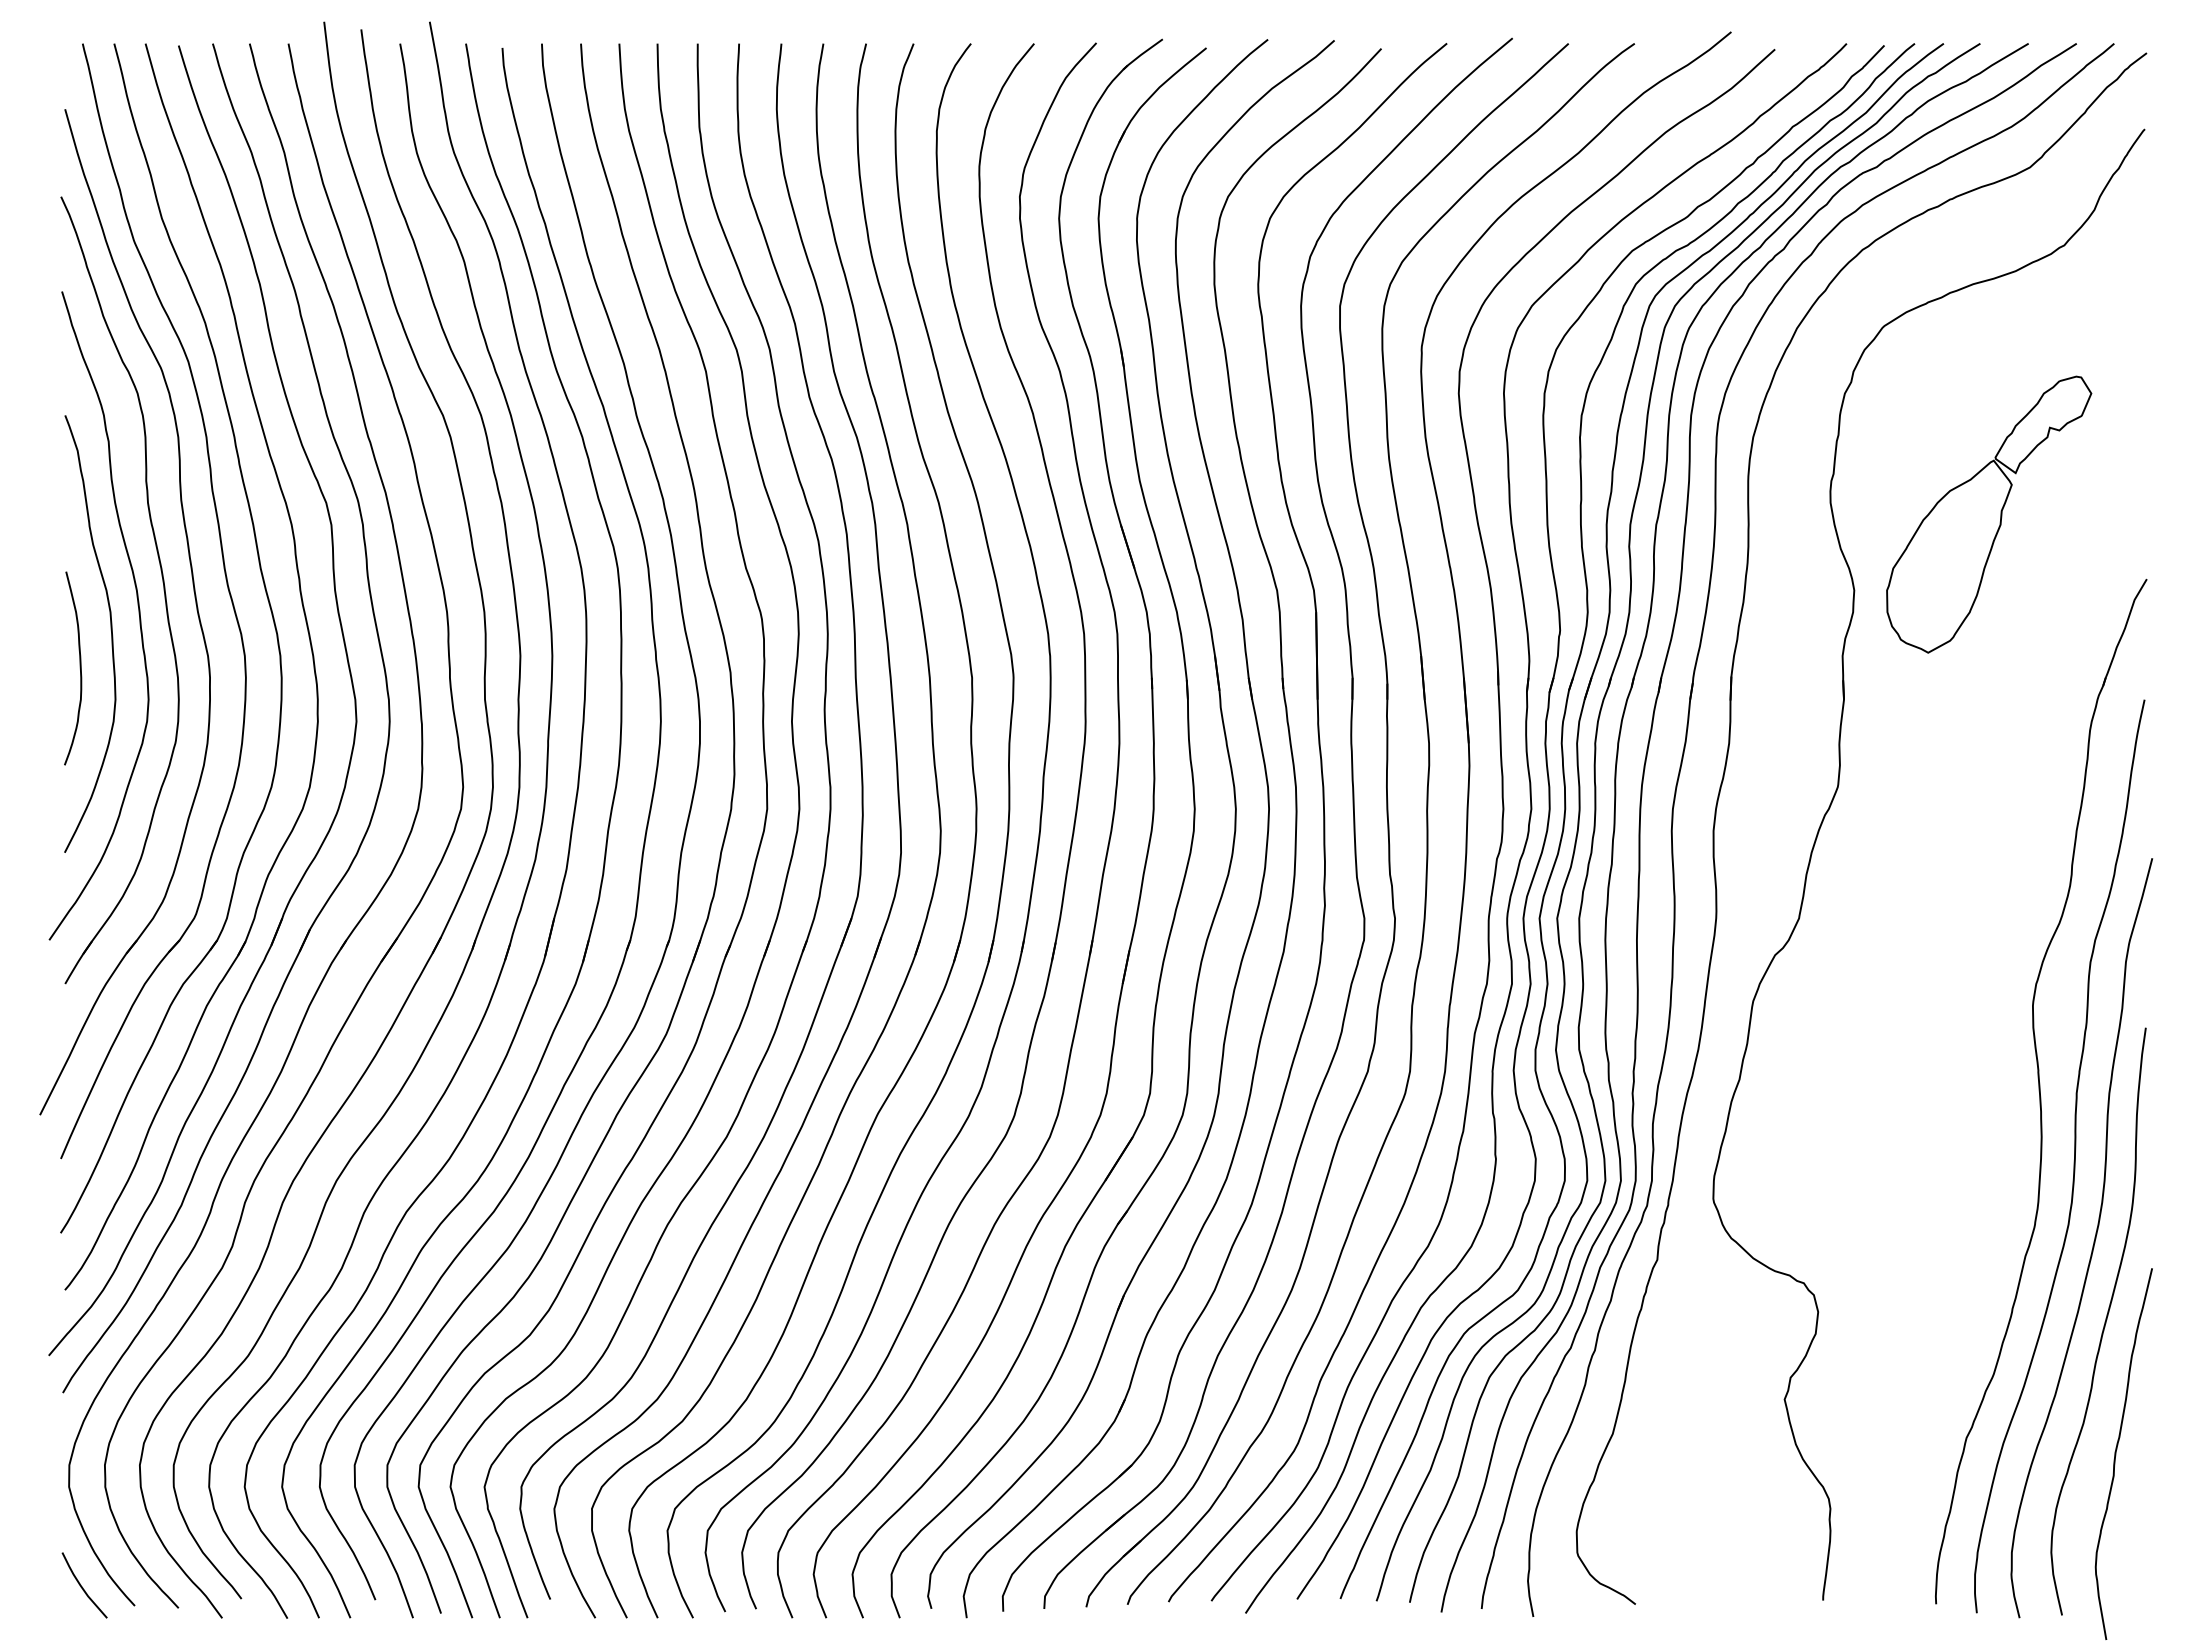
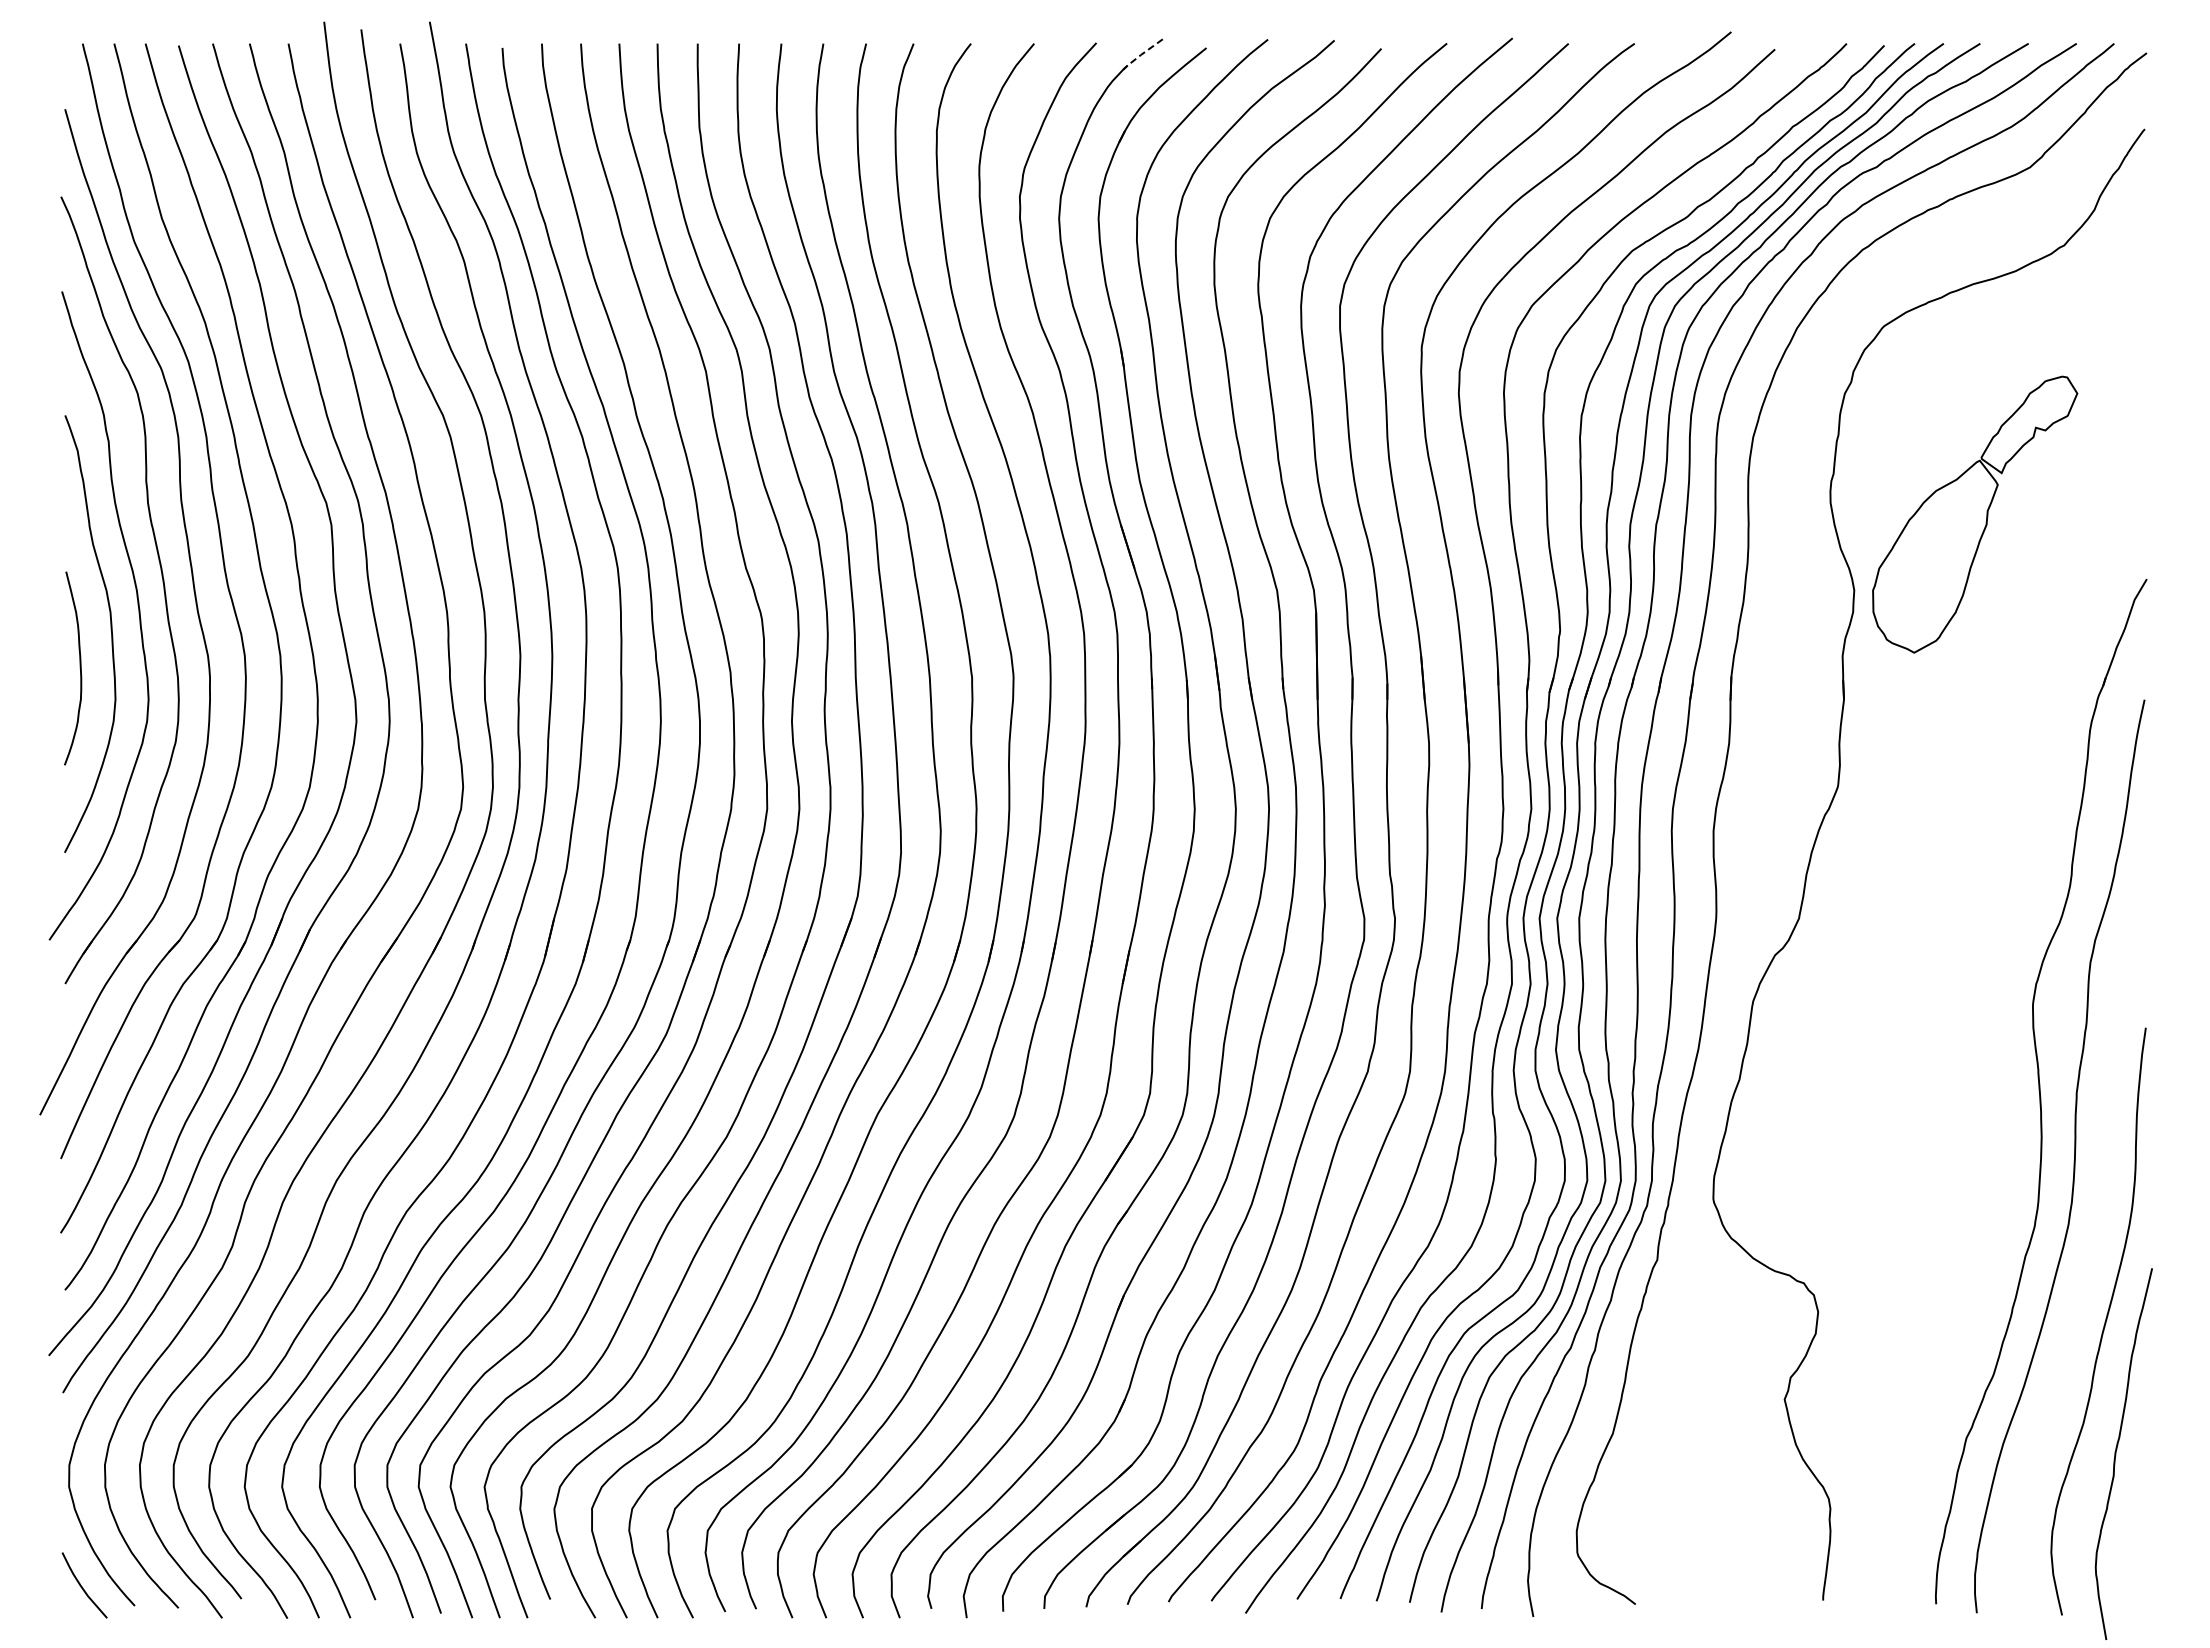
line at (1140, 55): solid -> dashed
part at (1989, 514) position: (1989, 514) -> (1975, 514)
curve at (2093, 1241): present -> none
